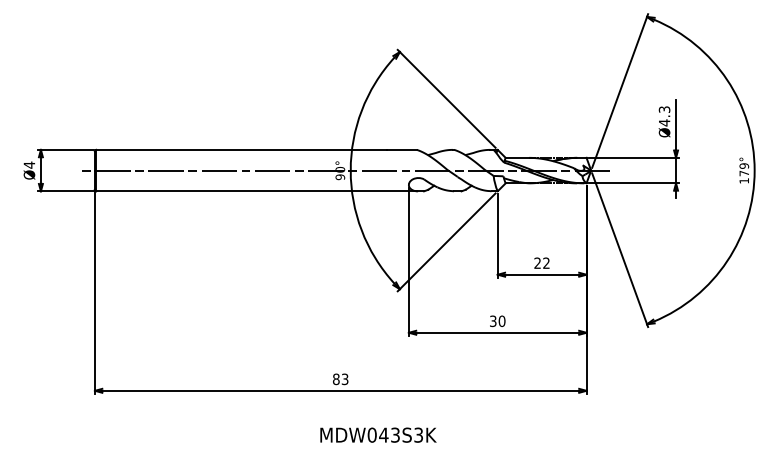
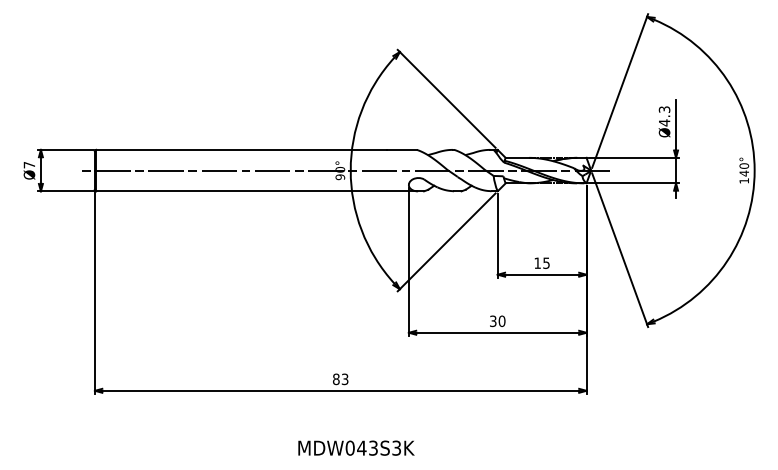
text at (28, 164): Ø4 -> Ø7
text at (744, 169): 179° -> 140°
text at (541, 262): 22 -> 15
text at (378, 434) position: (378, 434) -> (356, 447)
